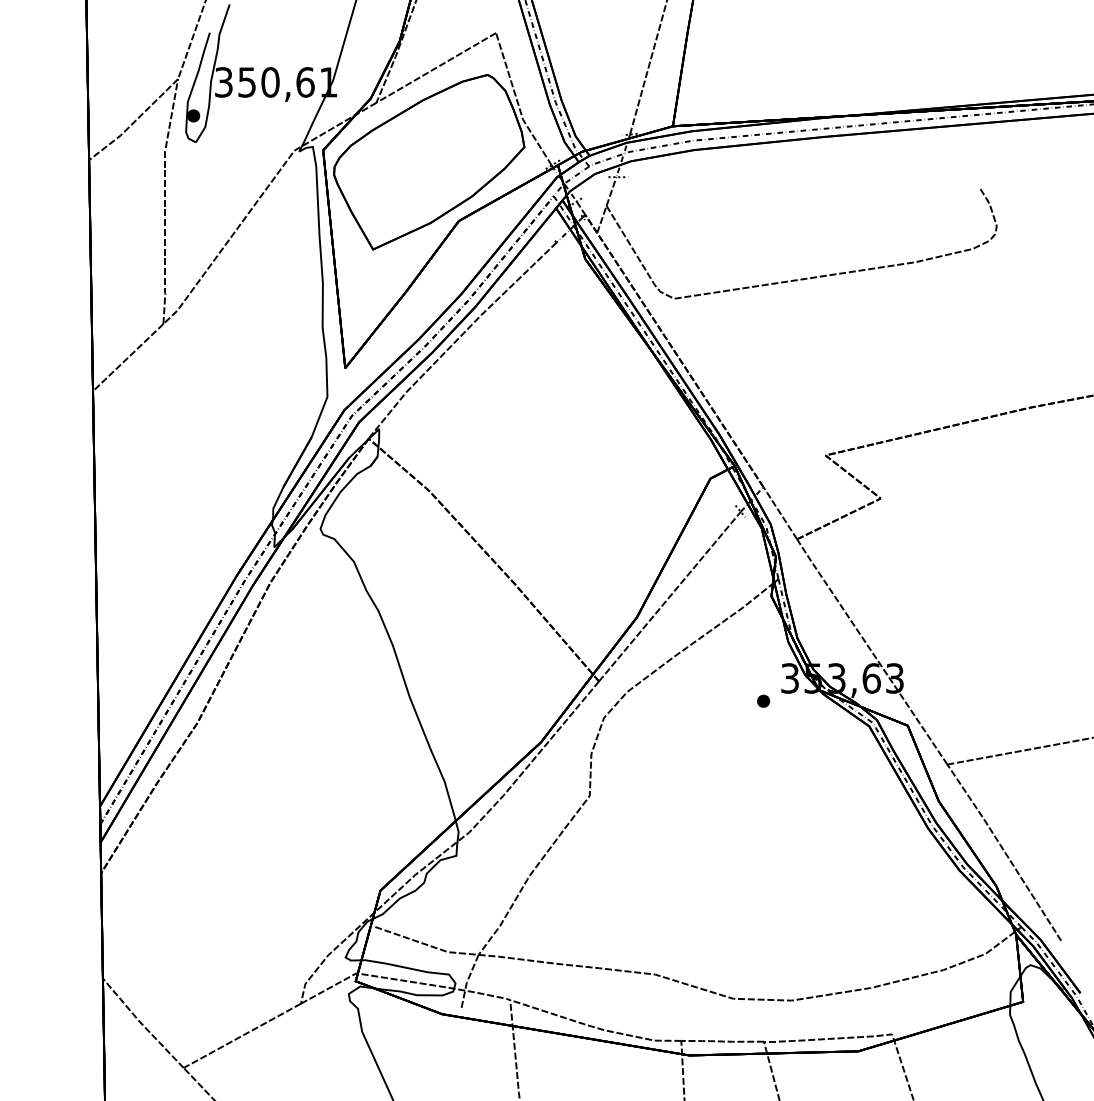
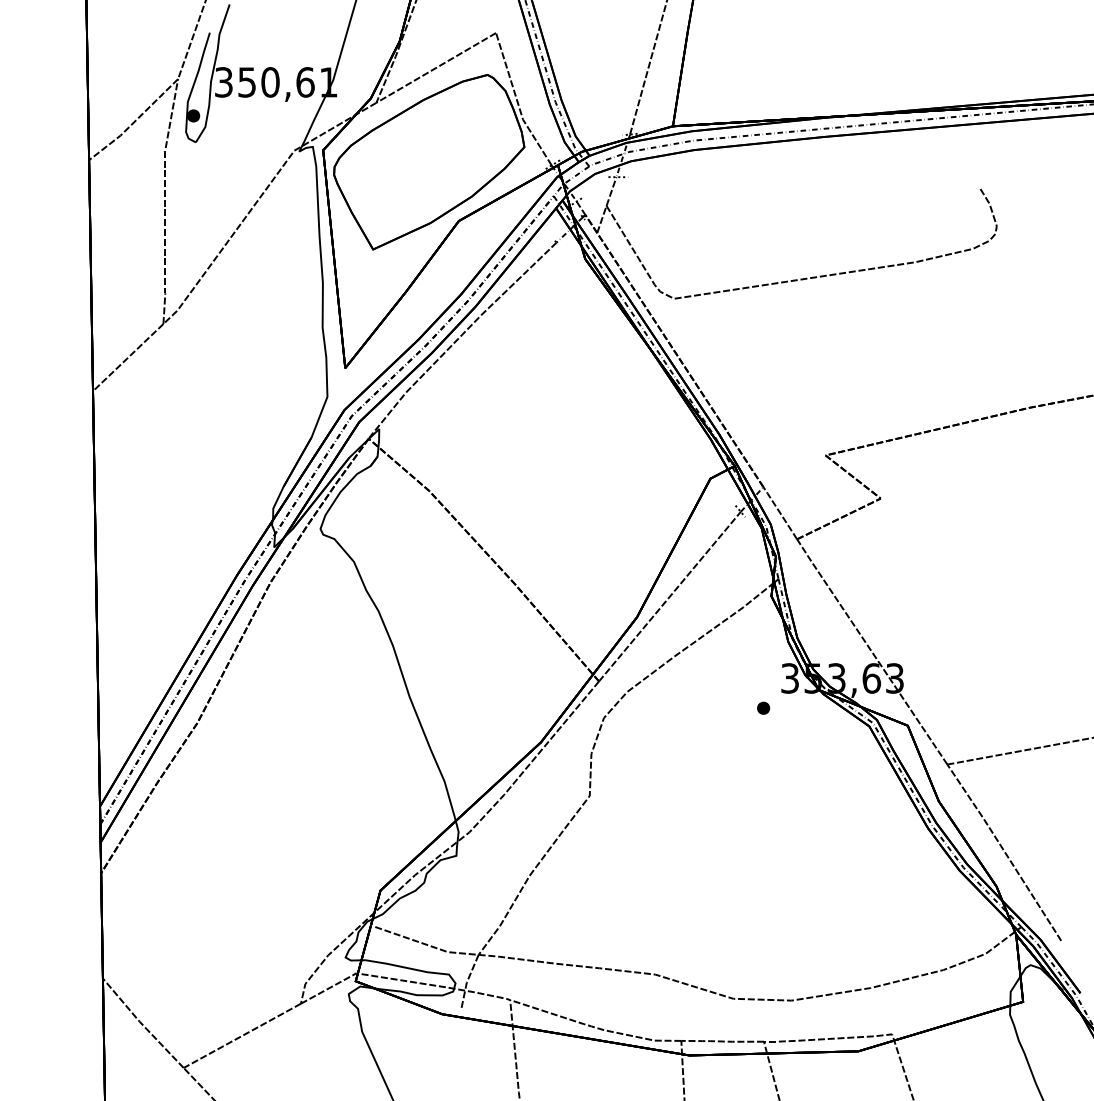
part at (763, 700) position: (763, 700) -> (763, 707)
